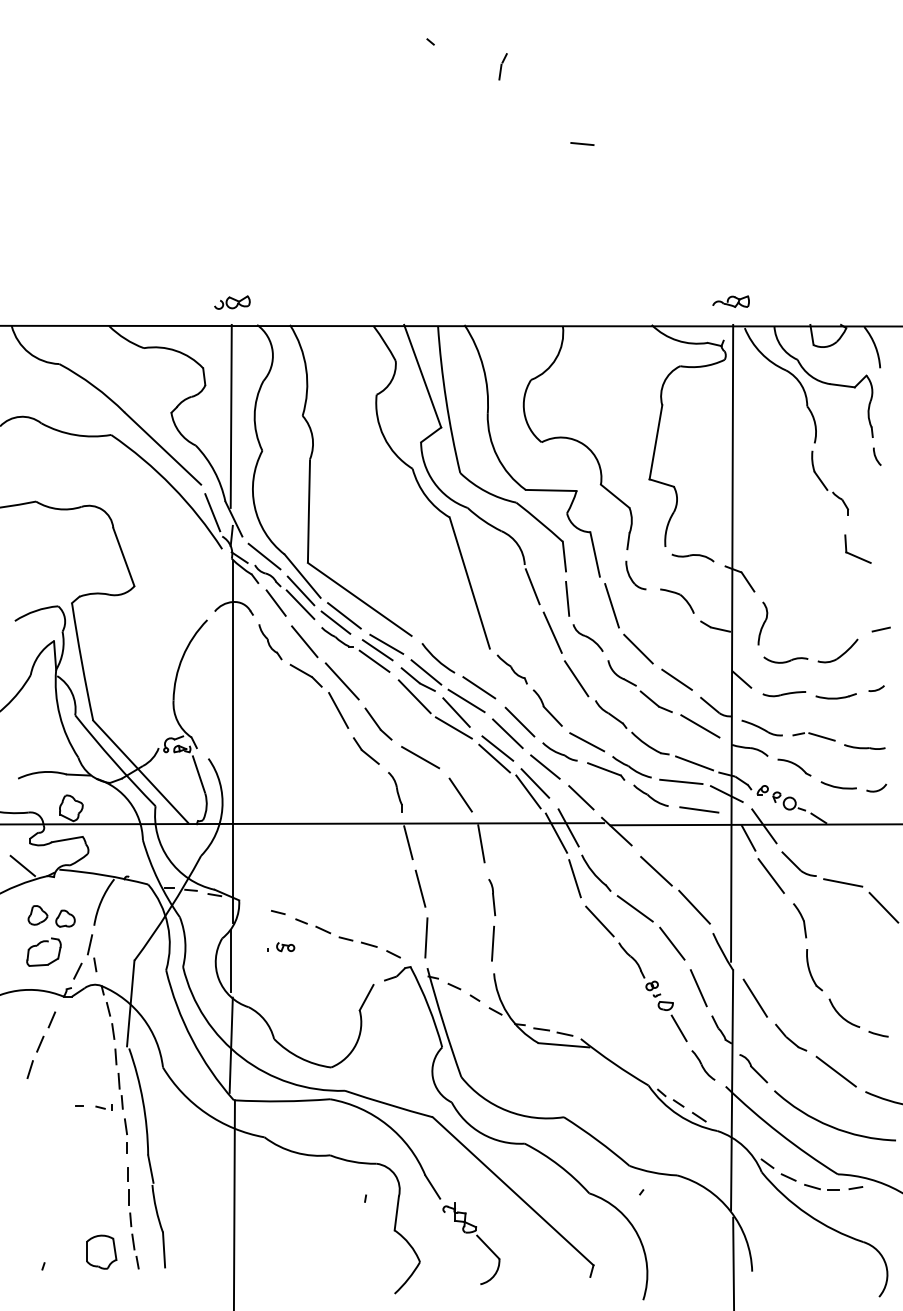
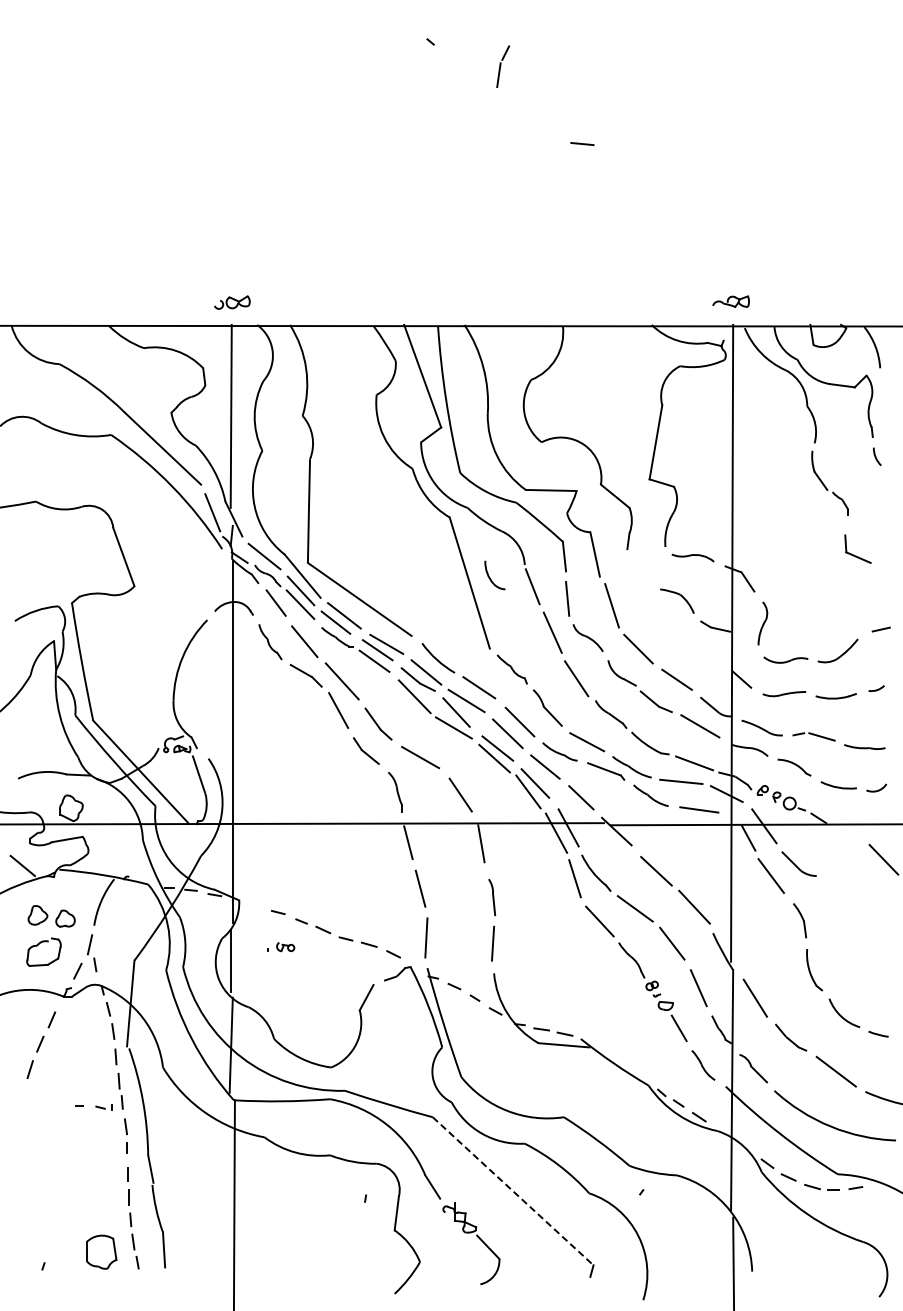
part at (502, 66) size: 10x28 px -> 15x43 px
part at (635, 575) position: (635, 575) -> (494, 575)
line at (843, 882): present -> none
line at (883, 907) position: (883, 907) -> (883, 859)
line at (513, 1191): solid -> dashed
